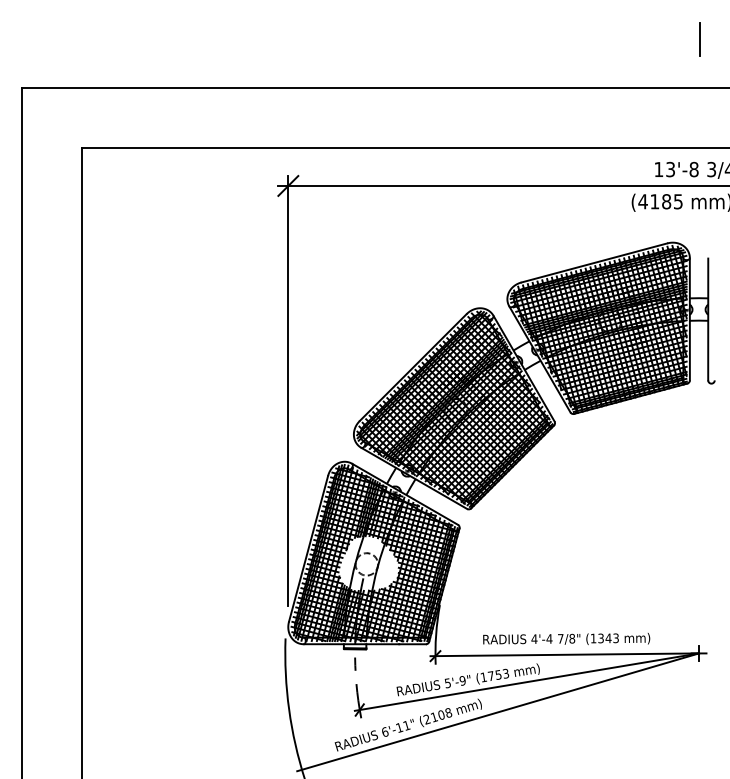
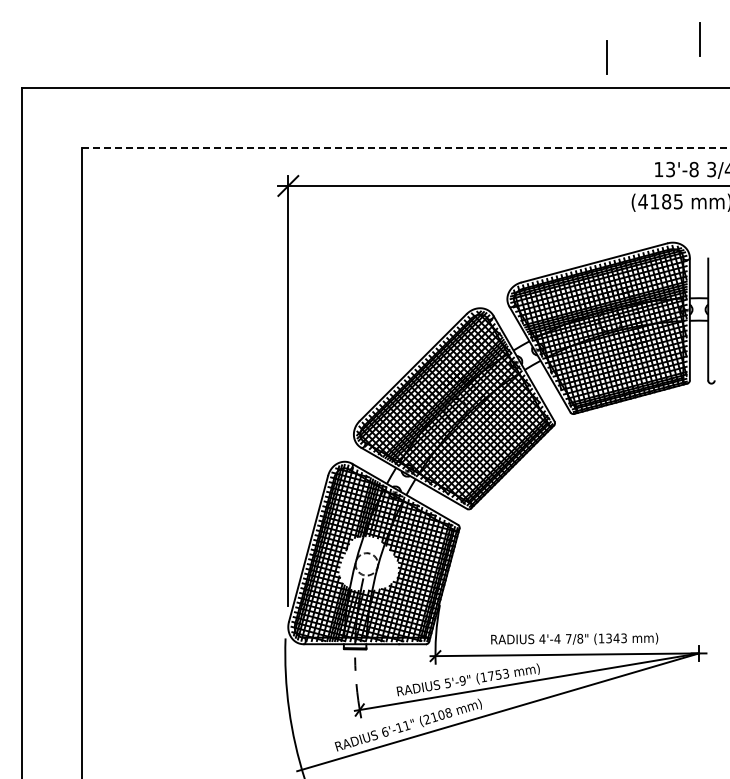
line at (606, 57): none -> present
line at (405, 147): solid -> dashed
text at (566, 638) position: (566, 638) -> (574, 638)
